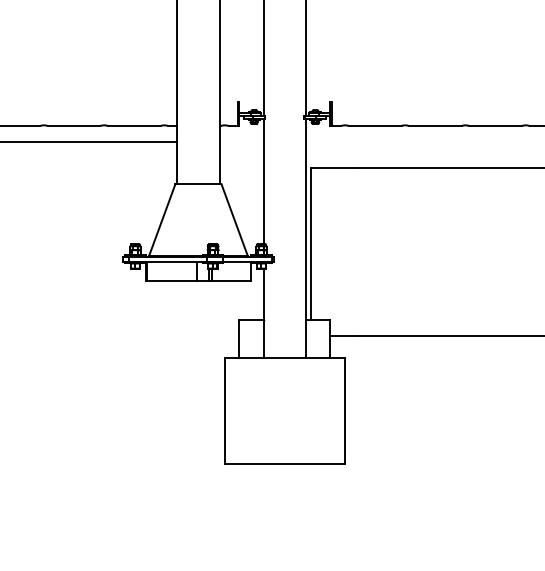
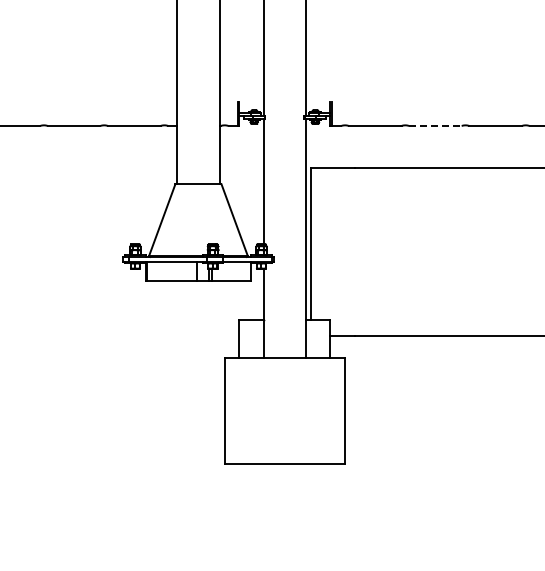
line at (435, 126): solid -> dashed
line at (89, 141): present -> none
